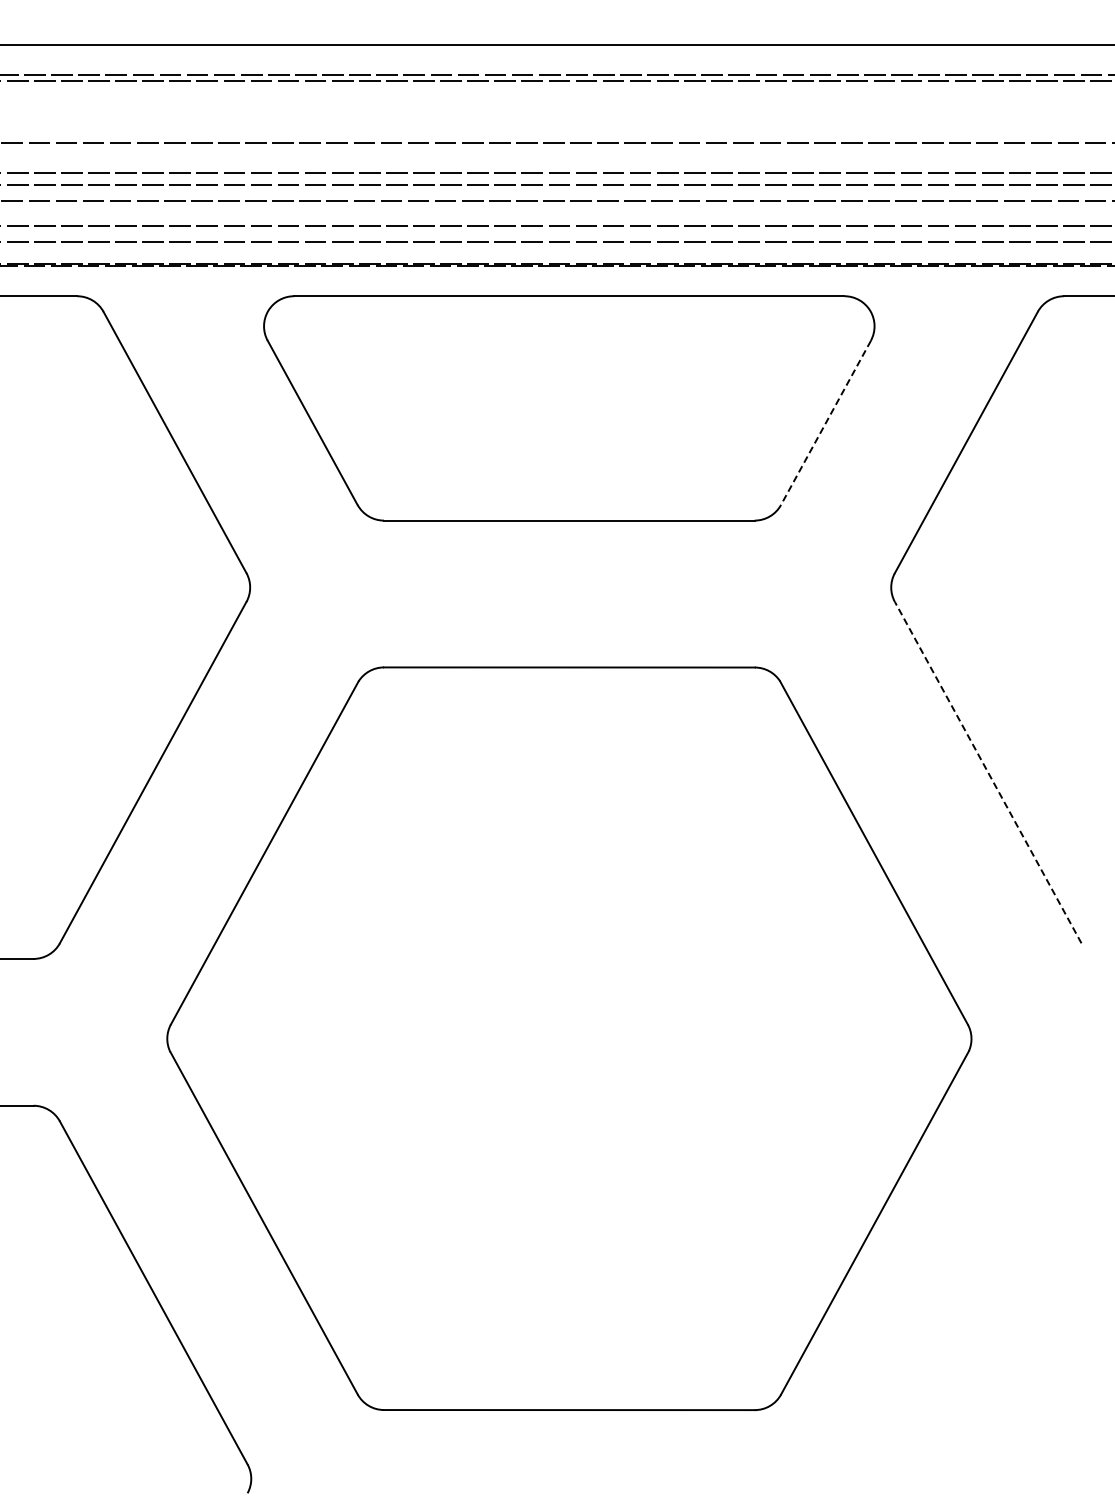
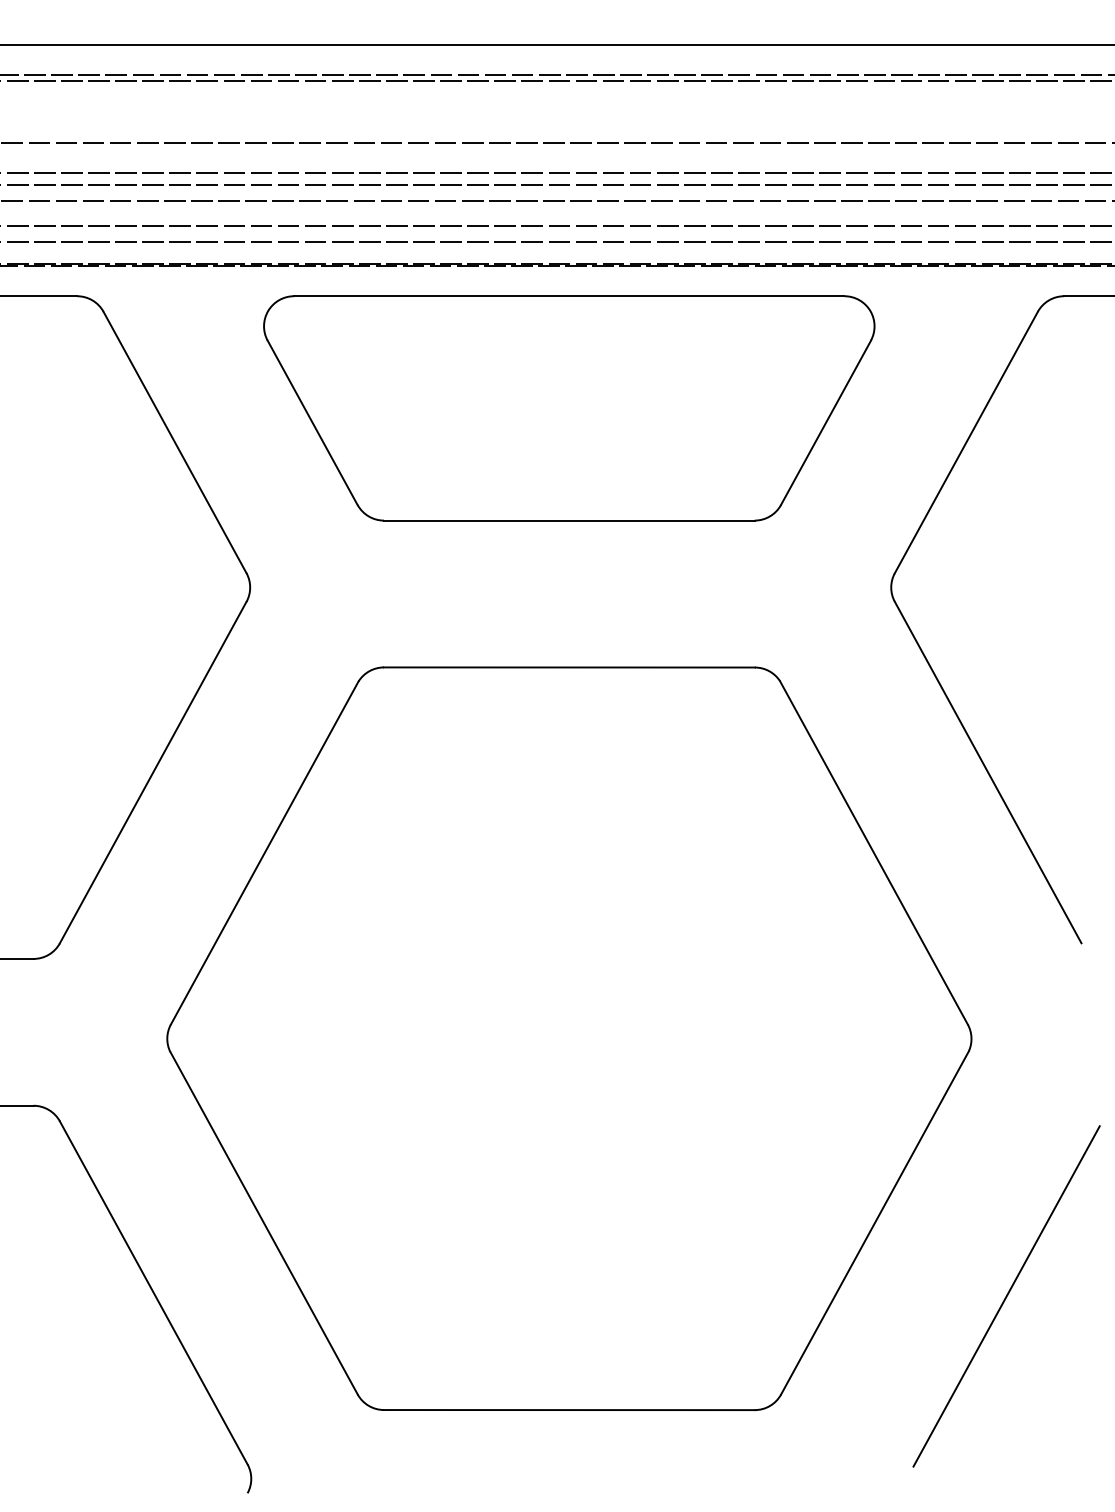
line at (826, 422): dashed -> solid
line at (987, 772): dashed -> solid
line at (1006, 1296): none -> present
